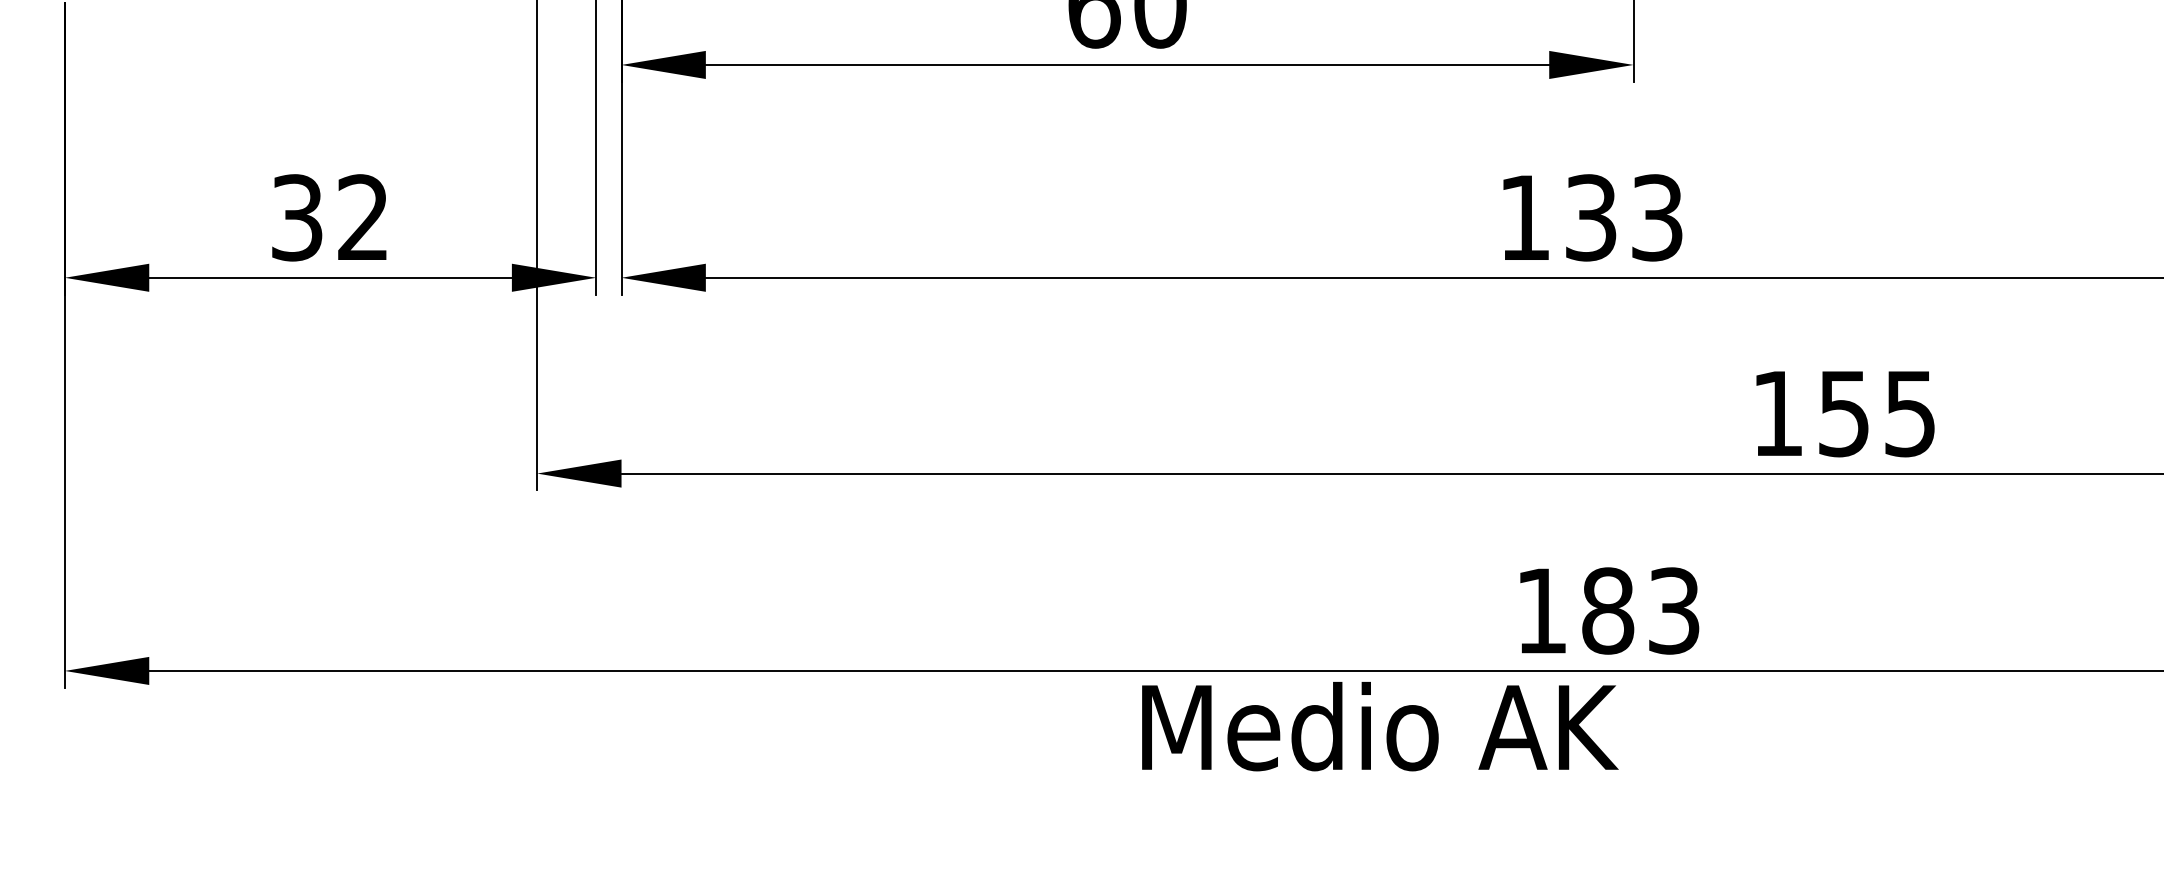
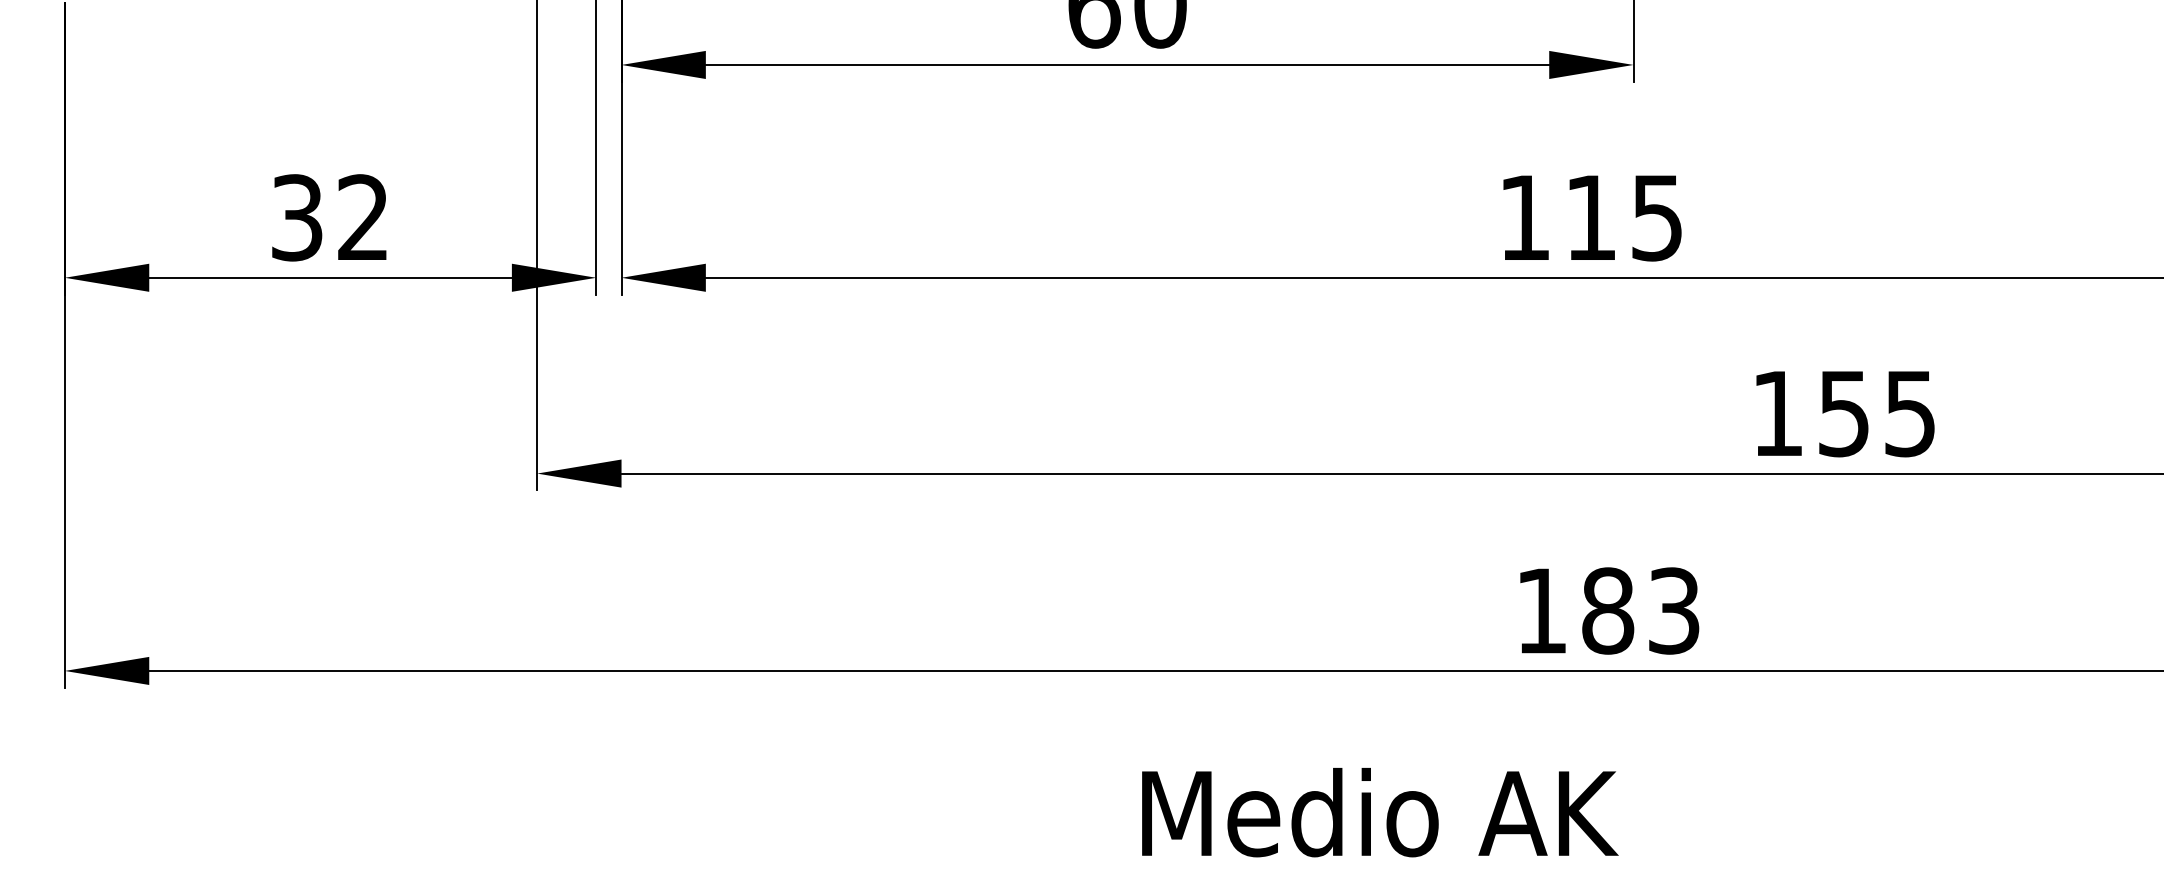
text at (1624, 217): 133 -> 115
text at (1380, 726) position: (1380, 726) -> (1380, 812)
